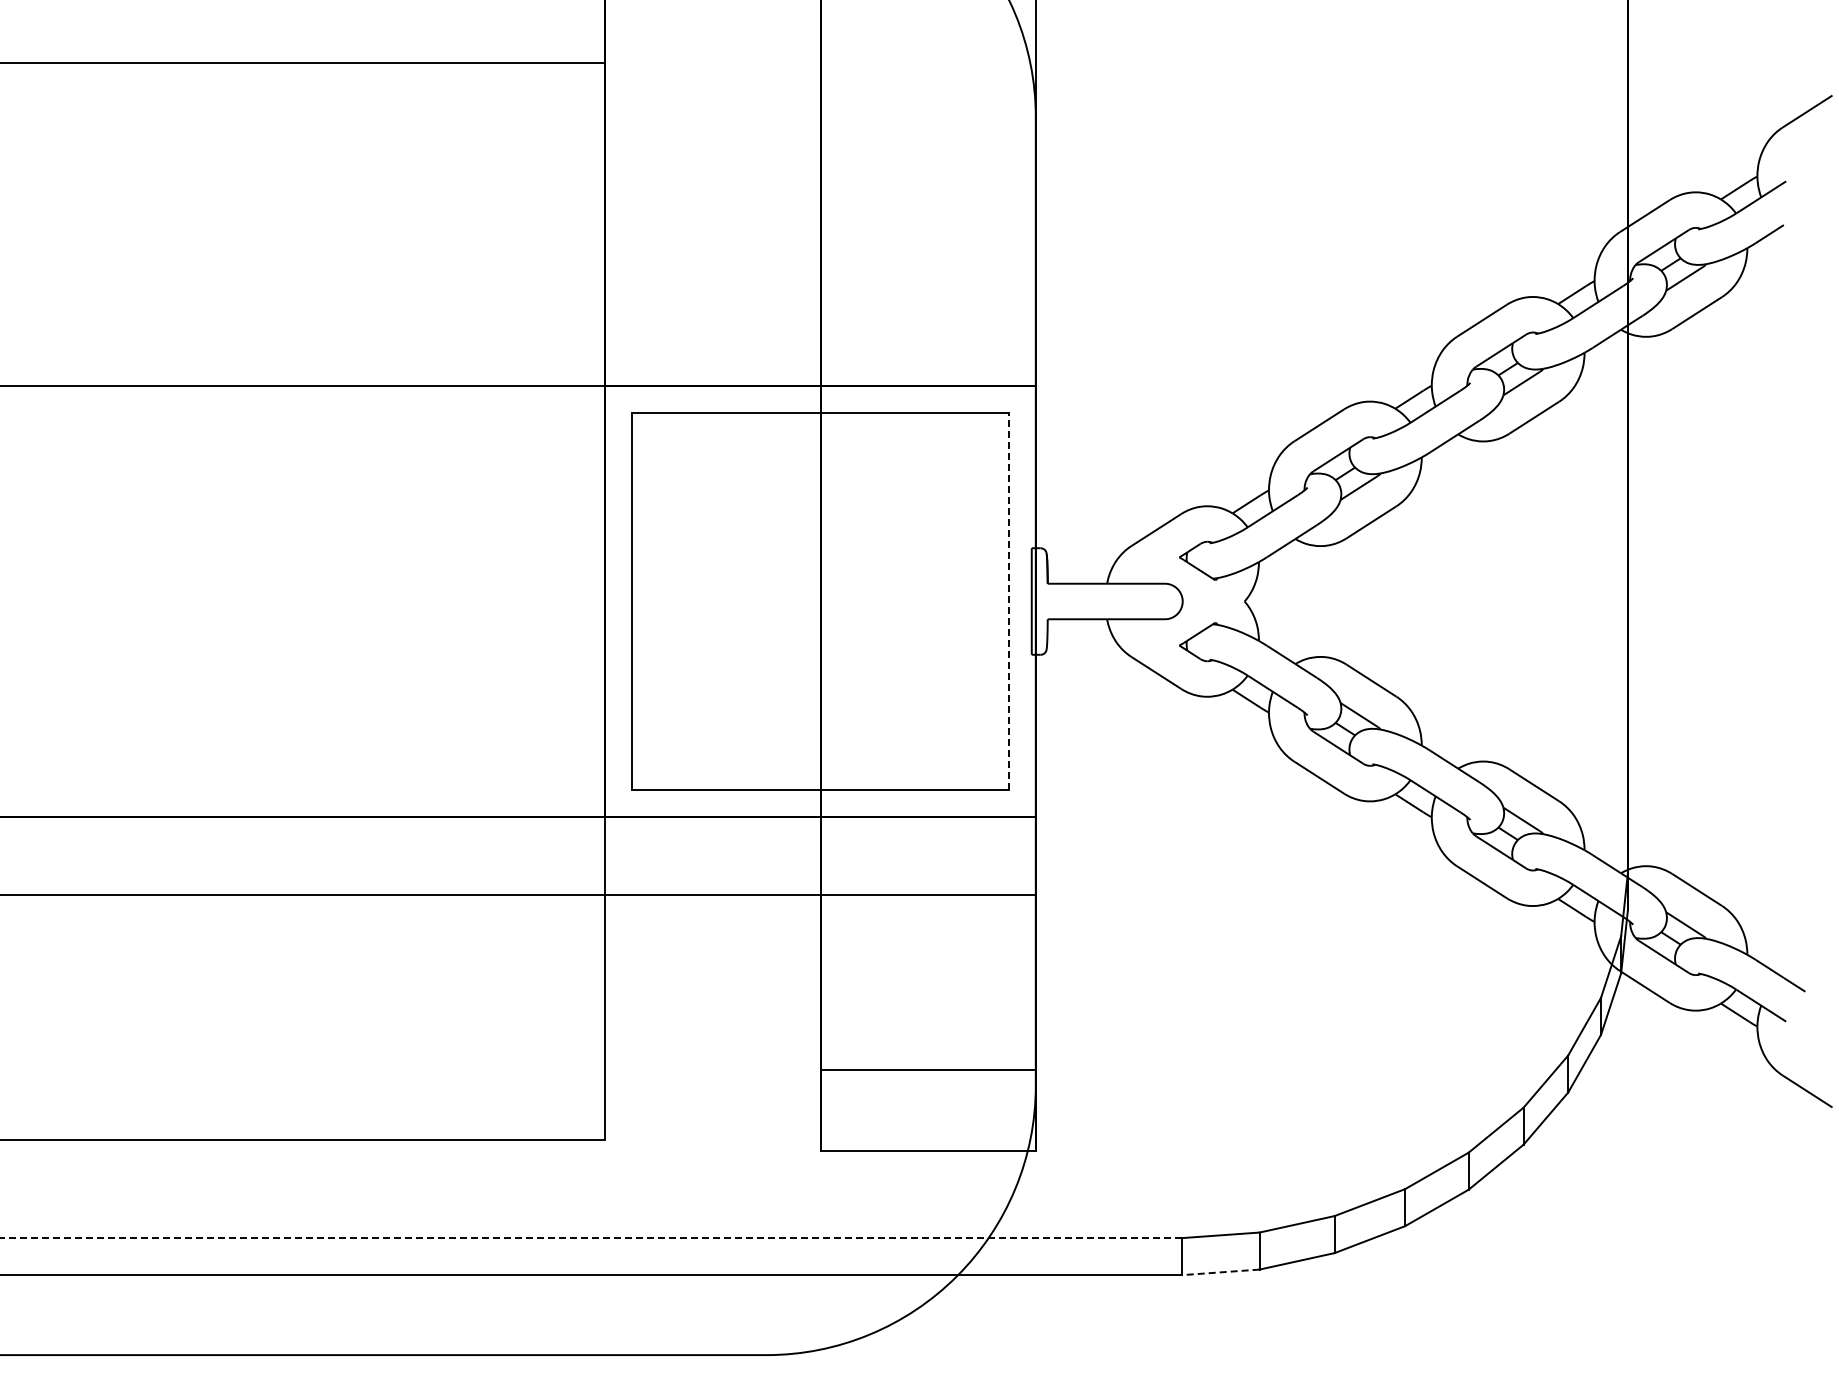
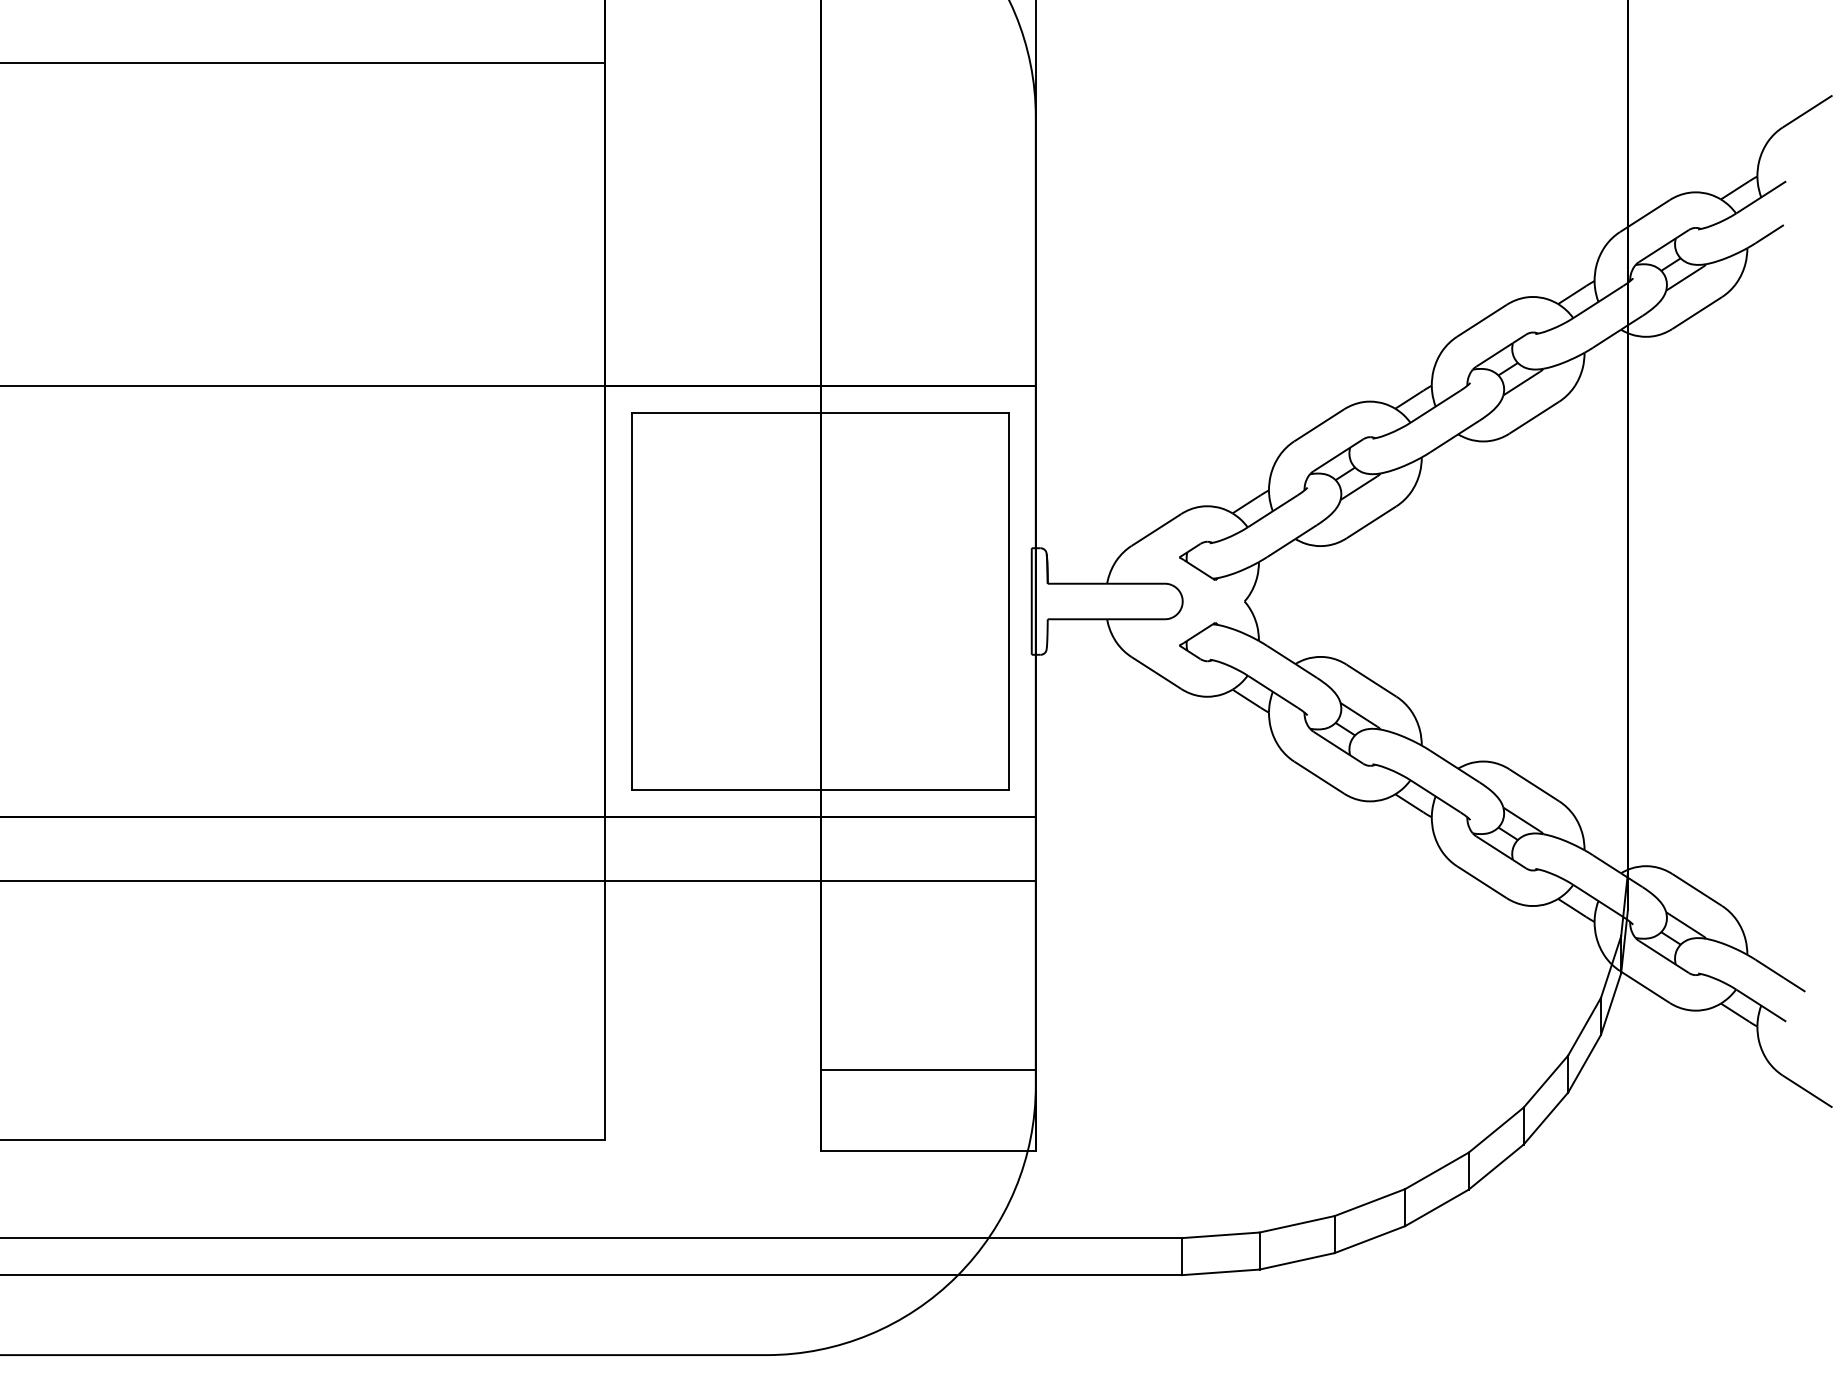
line at (1008, 601): dashed -> solid
line at (518, 895) position: (518, 895) -> (518, 881)
line at (591, 1238): dashed -> solid
line at (1220, 1272): dashed -> solid
